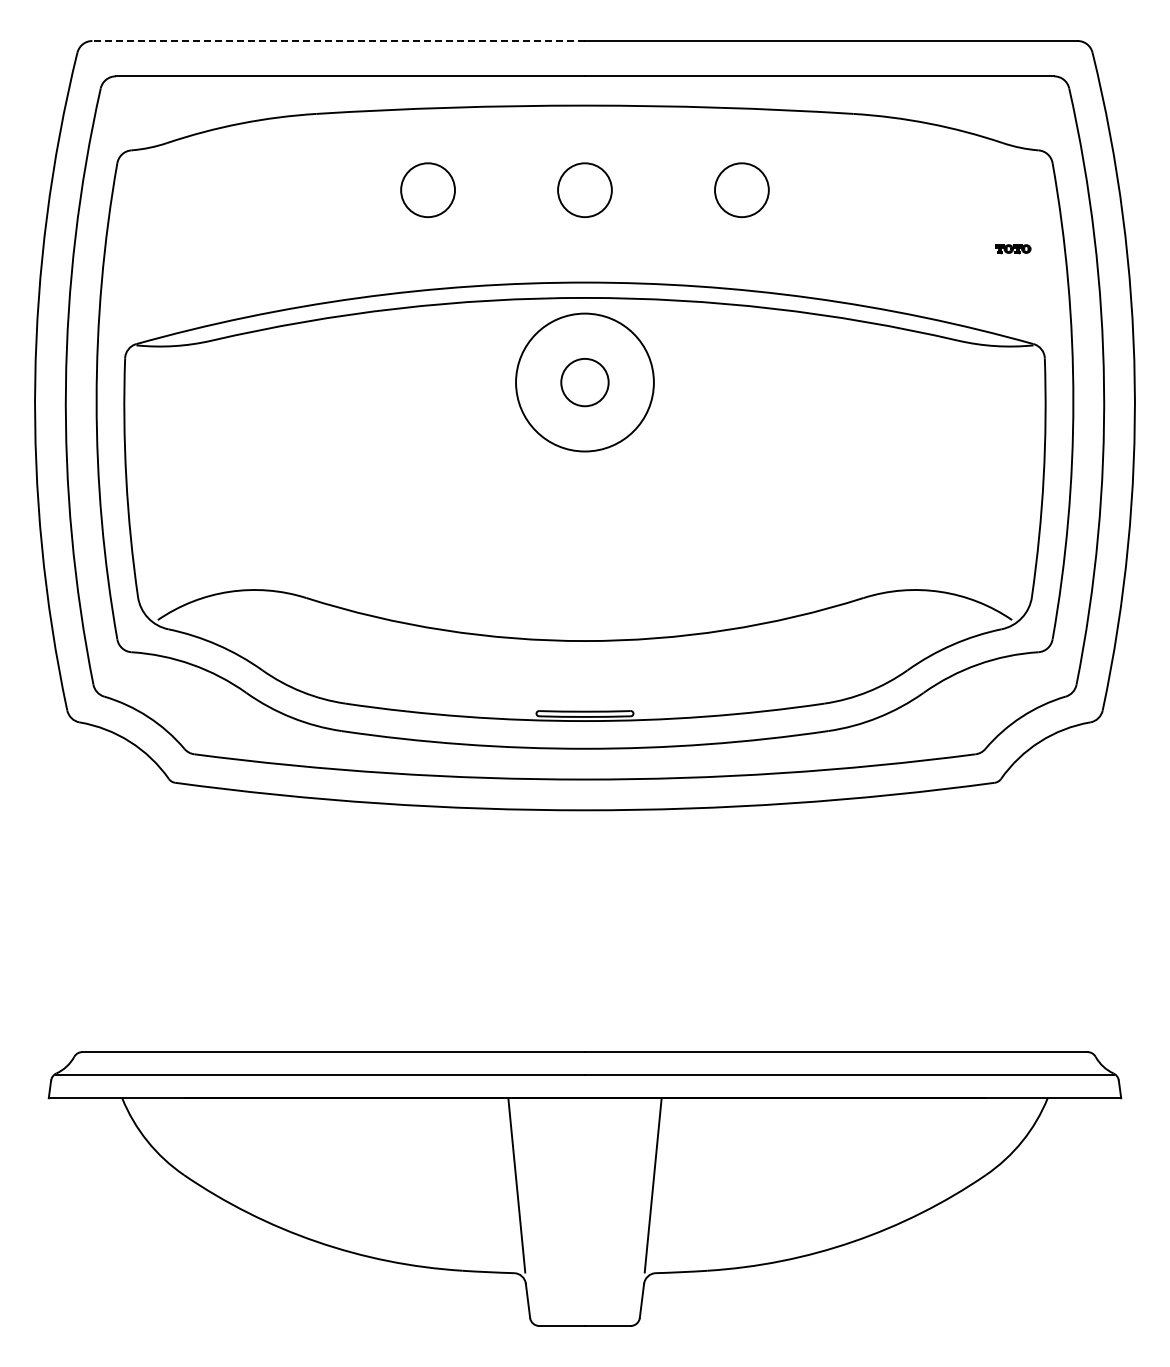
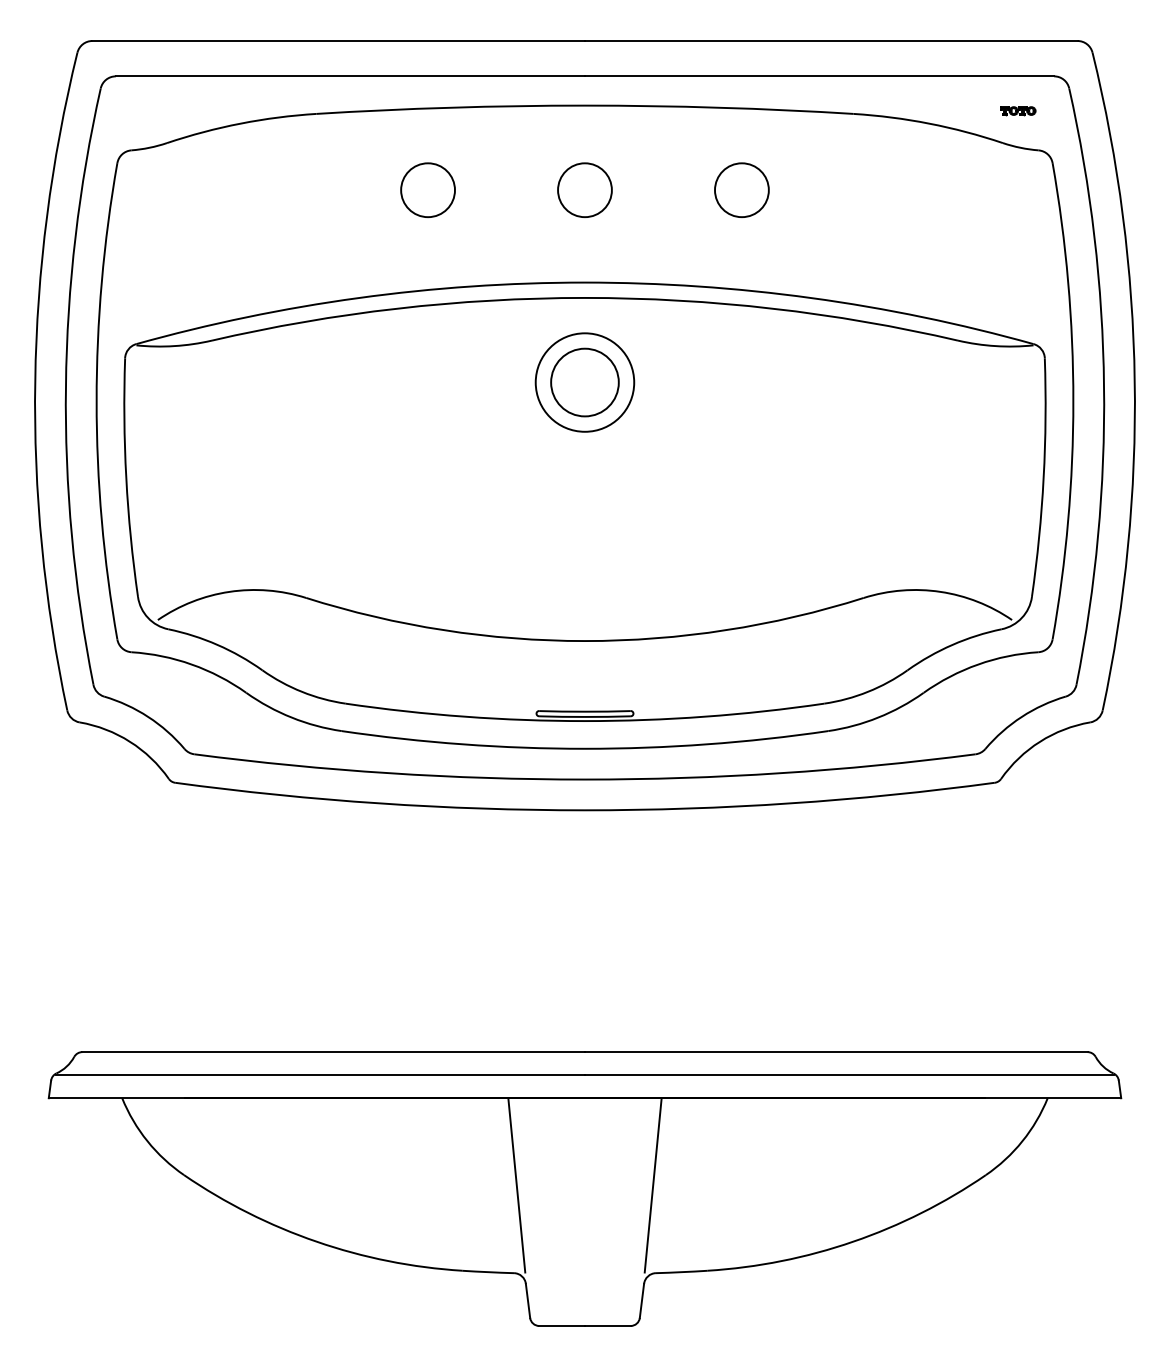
line at (338, 41): dashed -> solid
part at (1013, 249) position: (1013, 249) -> (1018, 111)
circle at (584, 382) diameter: 138 px -> 98 px
circle at (584, 382) diameter: 47 px -> 68 px
